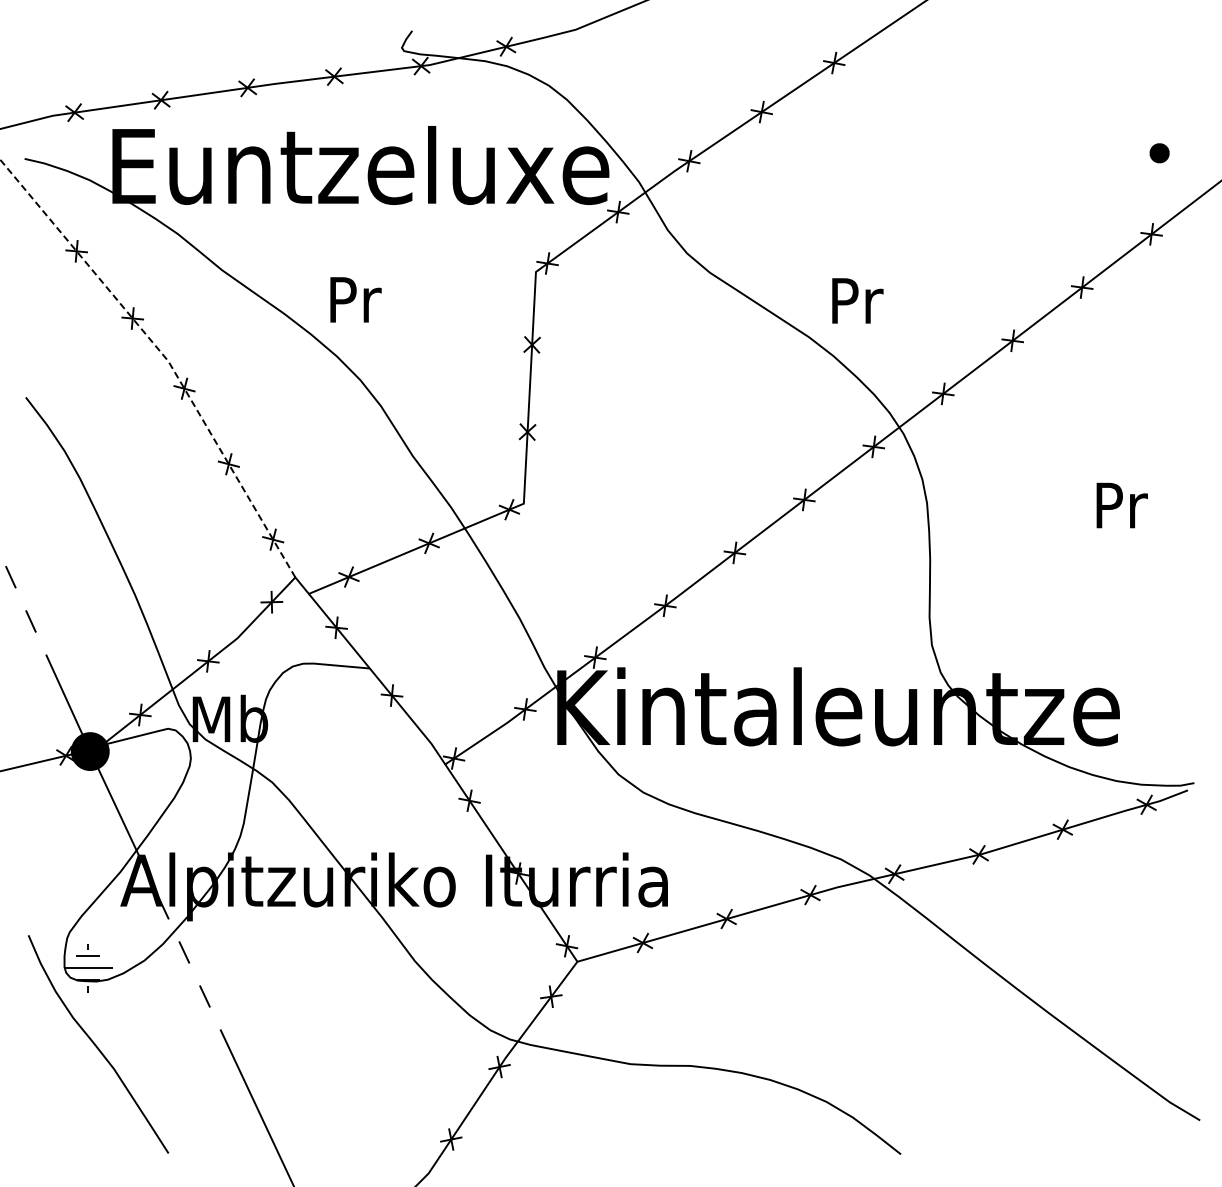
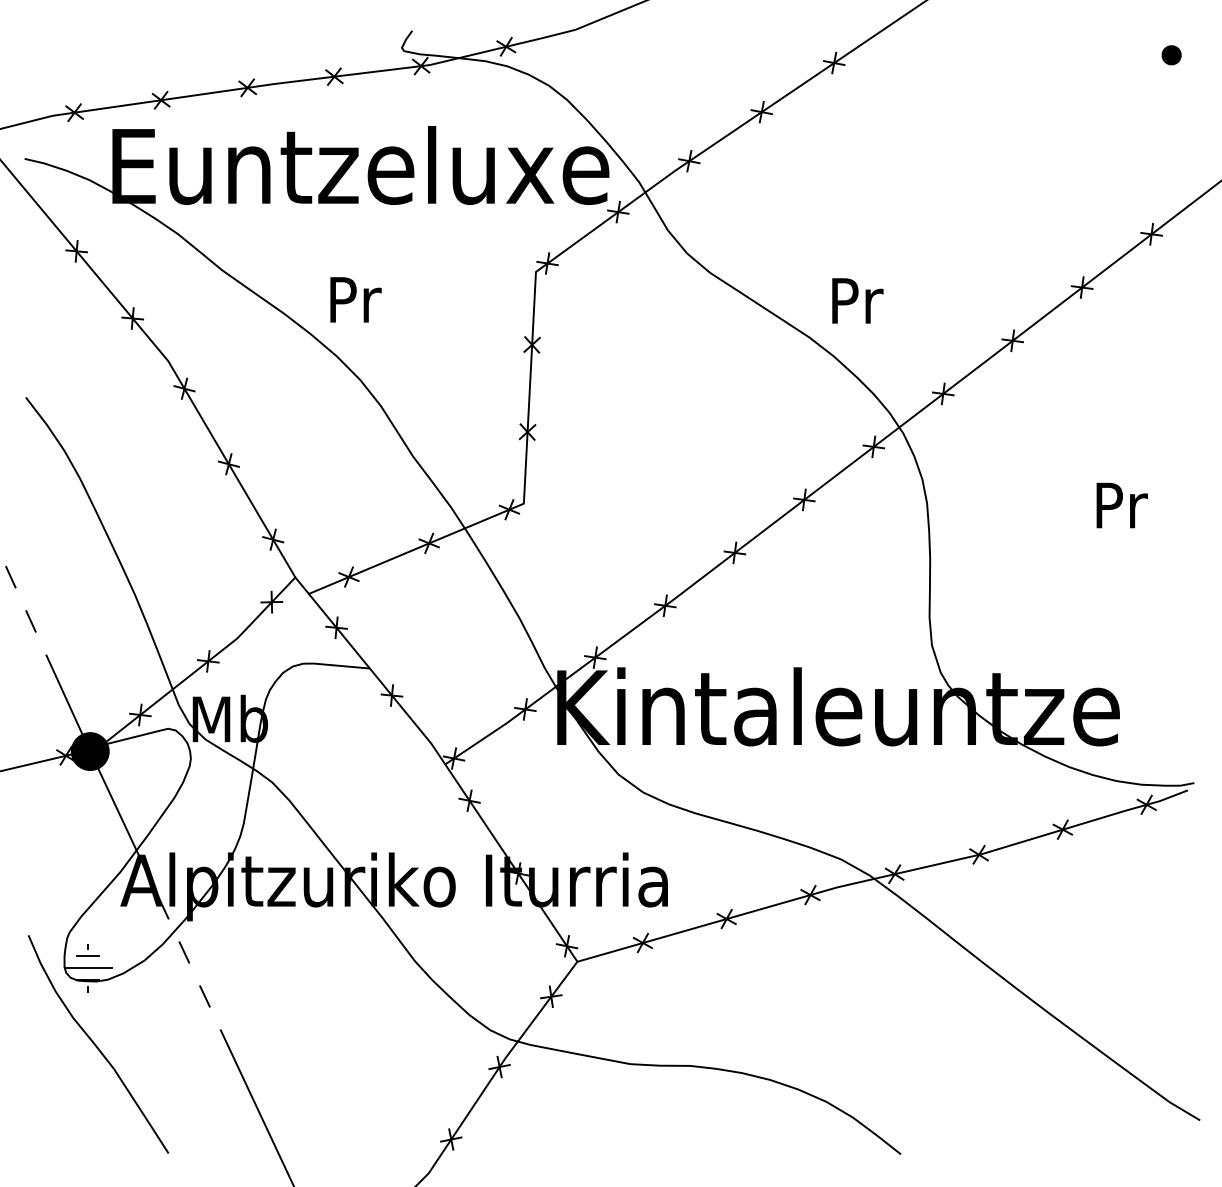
part at (1159, 153) position: (1159, 153) -> (1171, 55)
line at (164, 356): dashed -> solid
